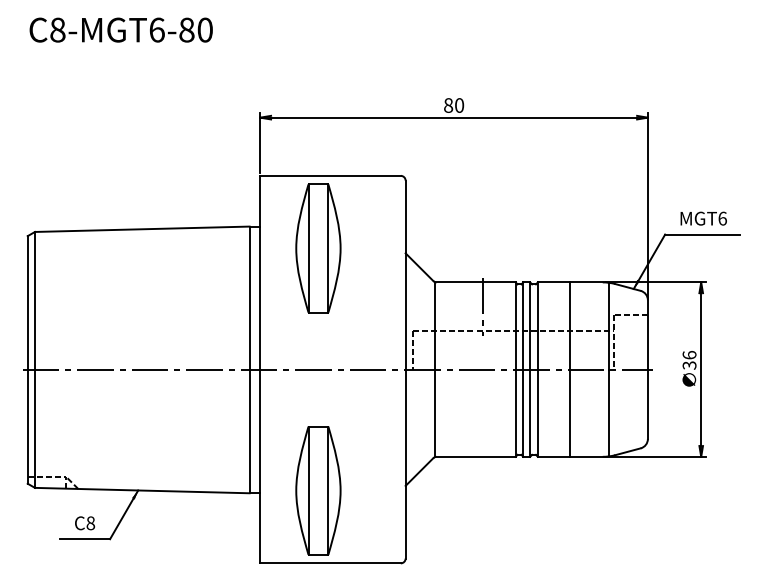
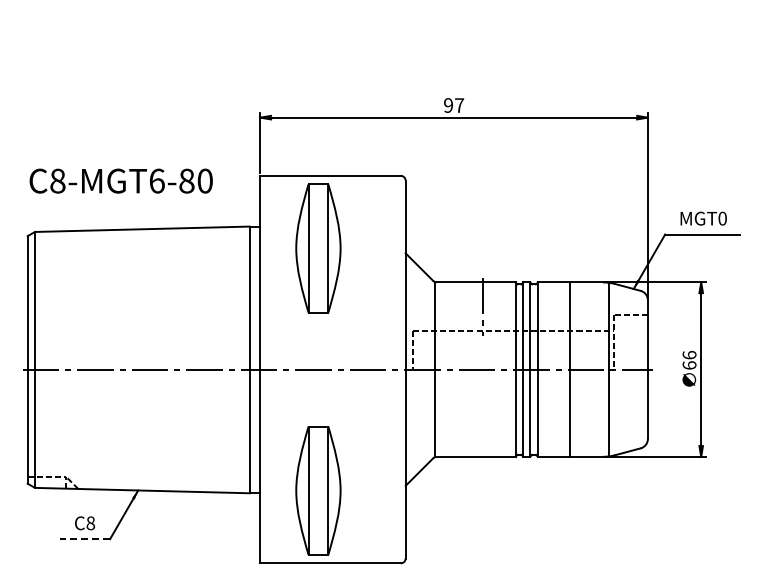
text at (120, 29) position: (120, 29) -> (120, 180)
text at (454, 105): 80 -> 97
text at (722, 218): MGT6 -> MGT0
text at (689, 365): 36 -> 66
line at (85, 539): solid -> dashed
